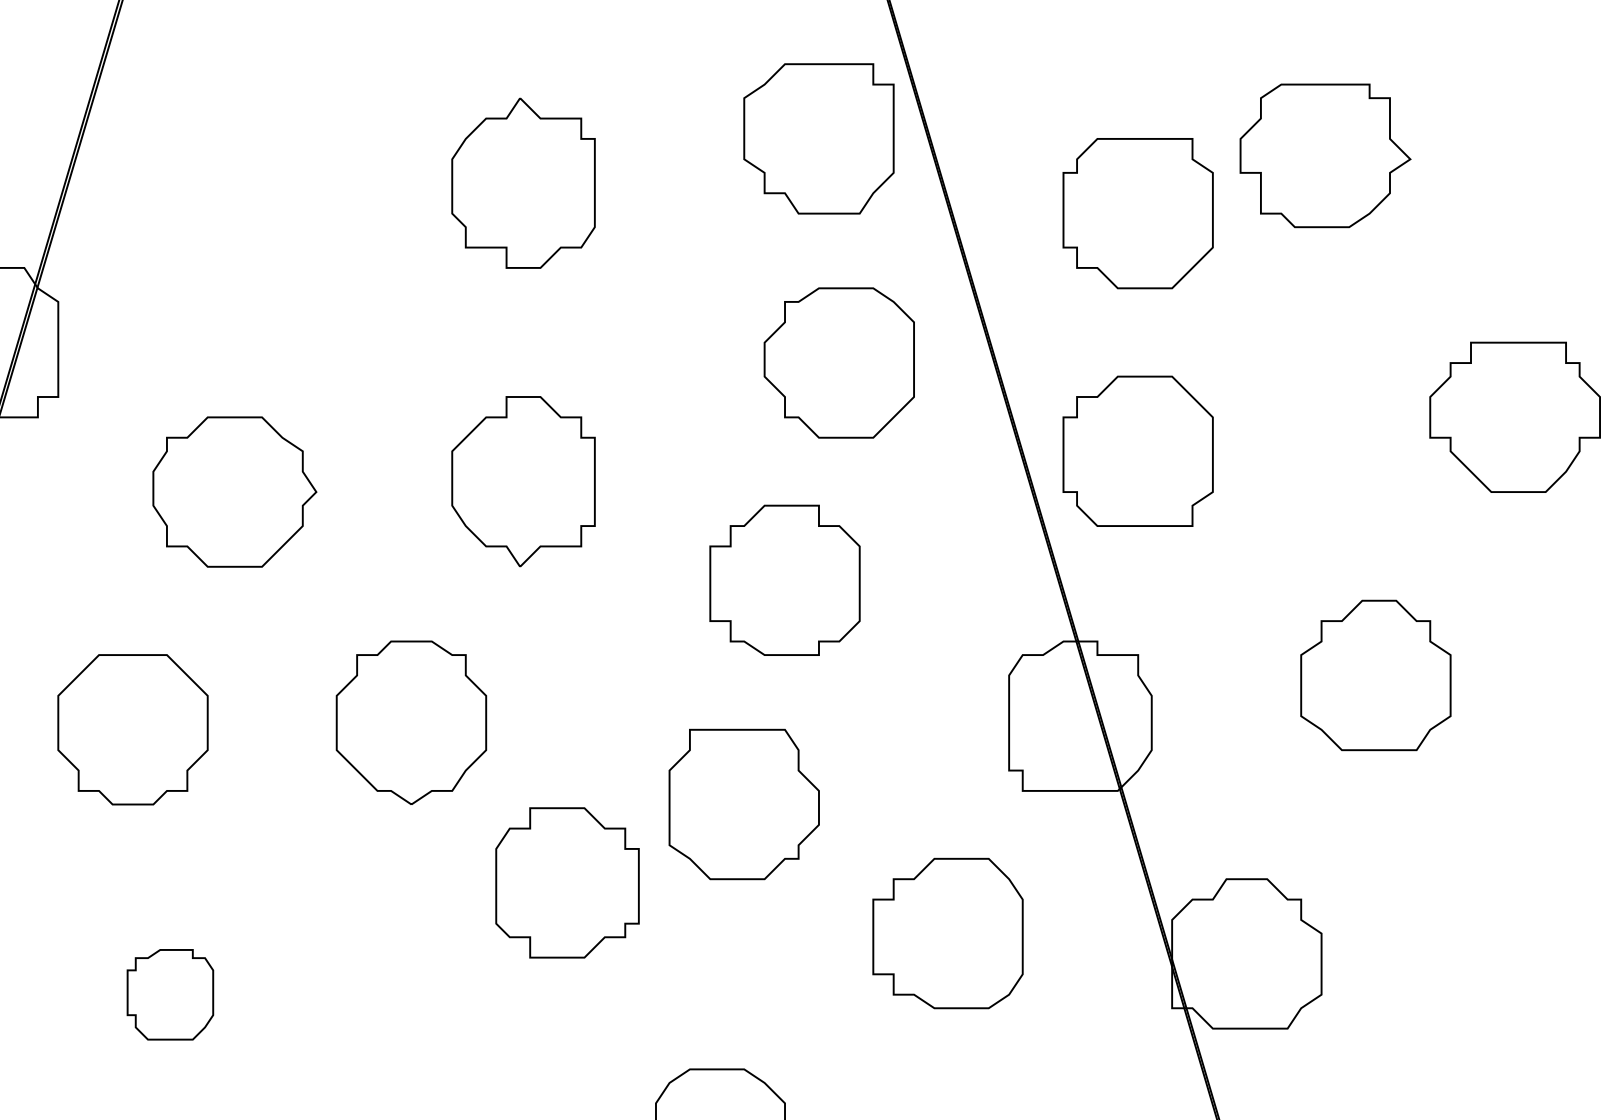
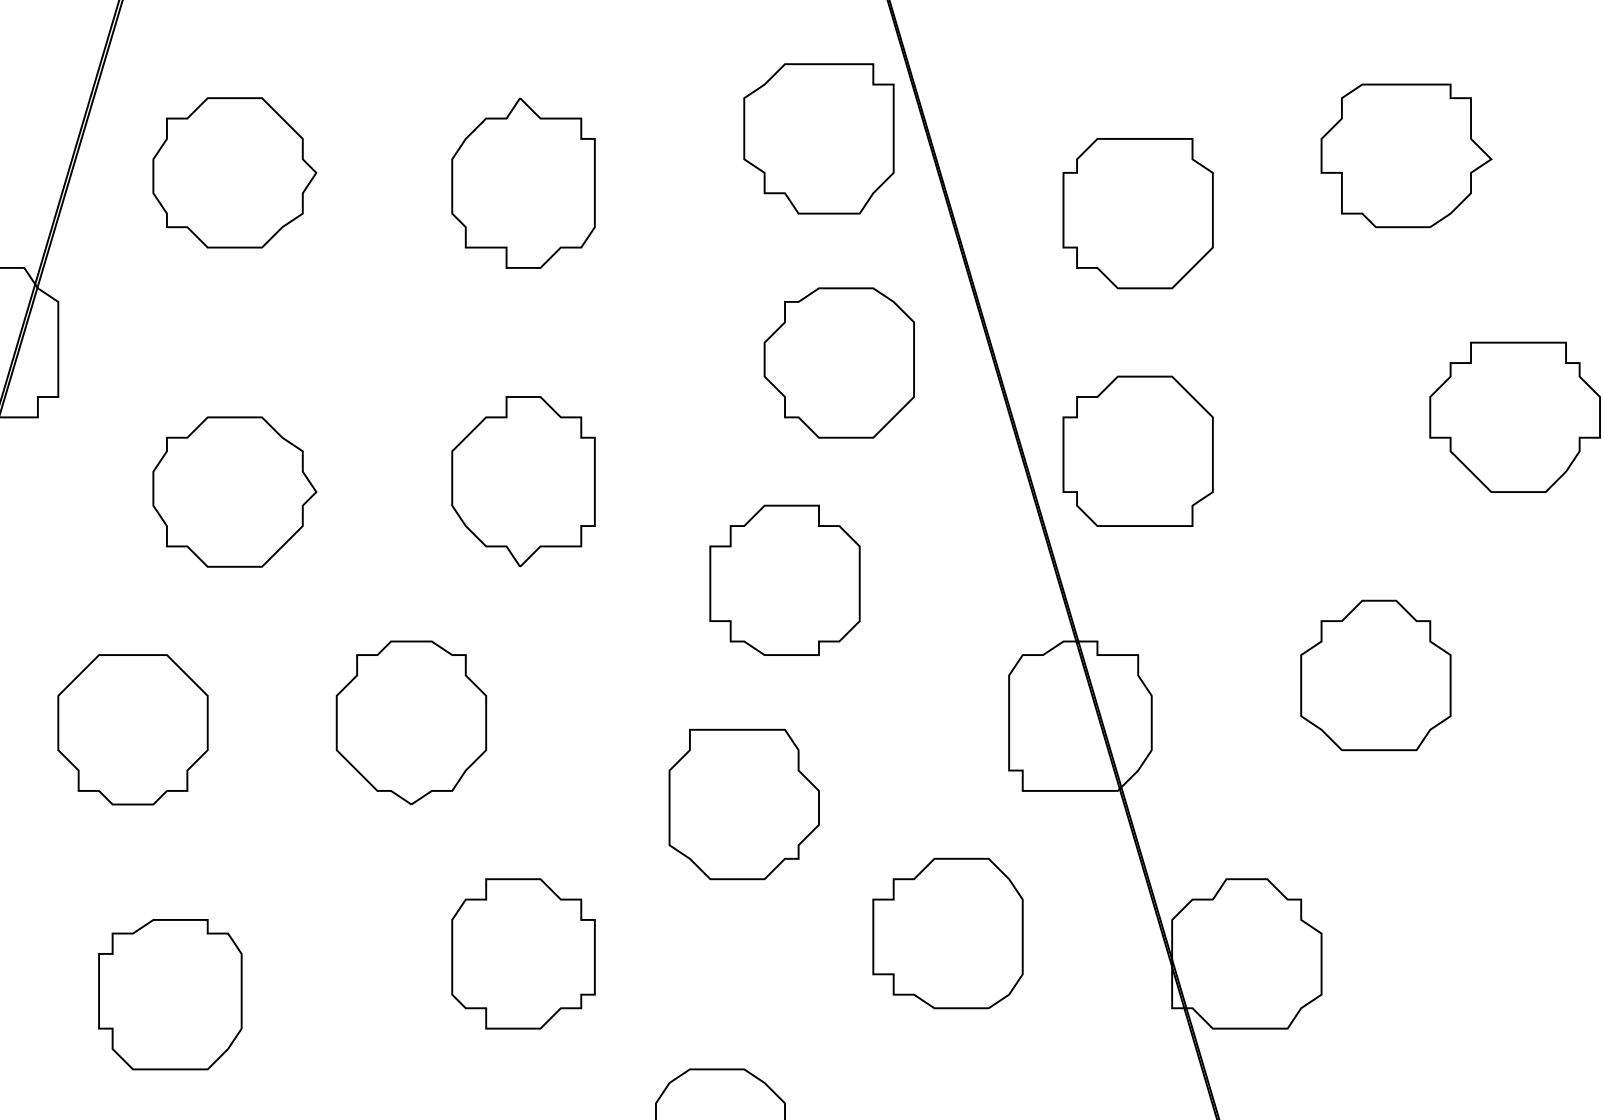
part at (1325, 155) position: (1325, 155) -> (1406, 155)
part at (234, 172): none -> present
part at (567, 882) position: (567, 882) -> (523, 953)
part at (170, 994) size: 89x92 px -> 145x152 px
